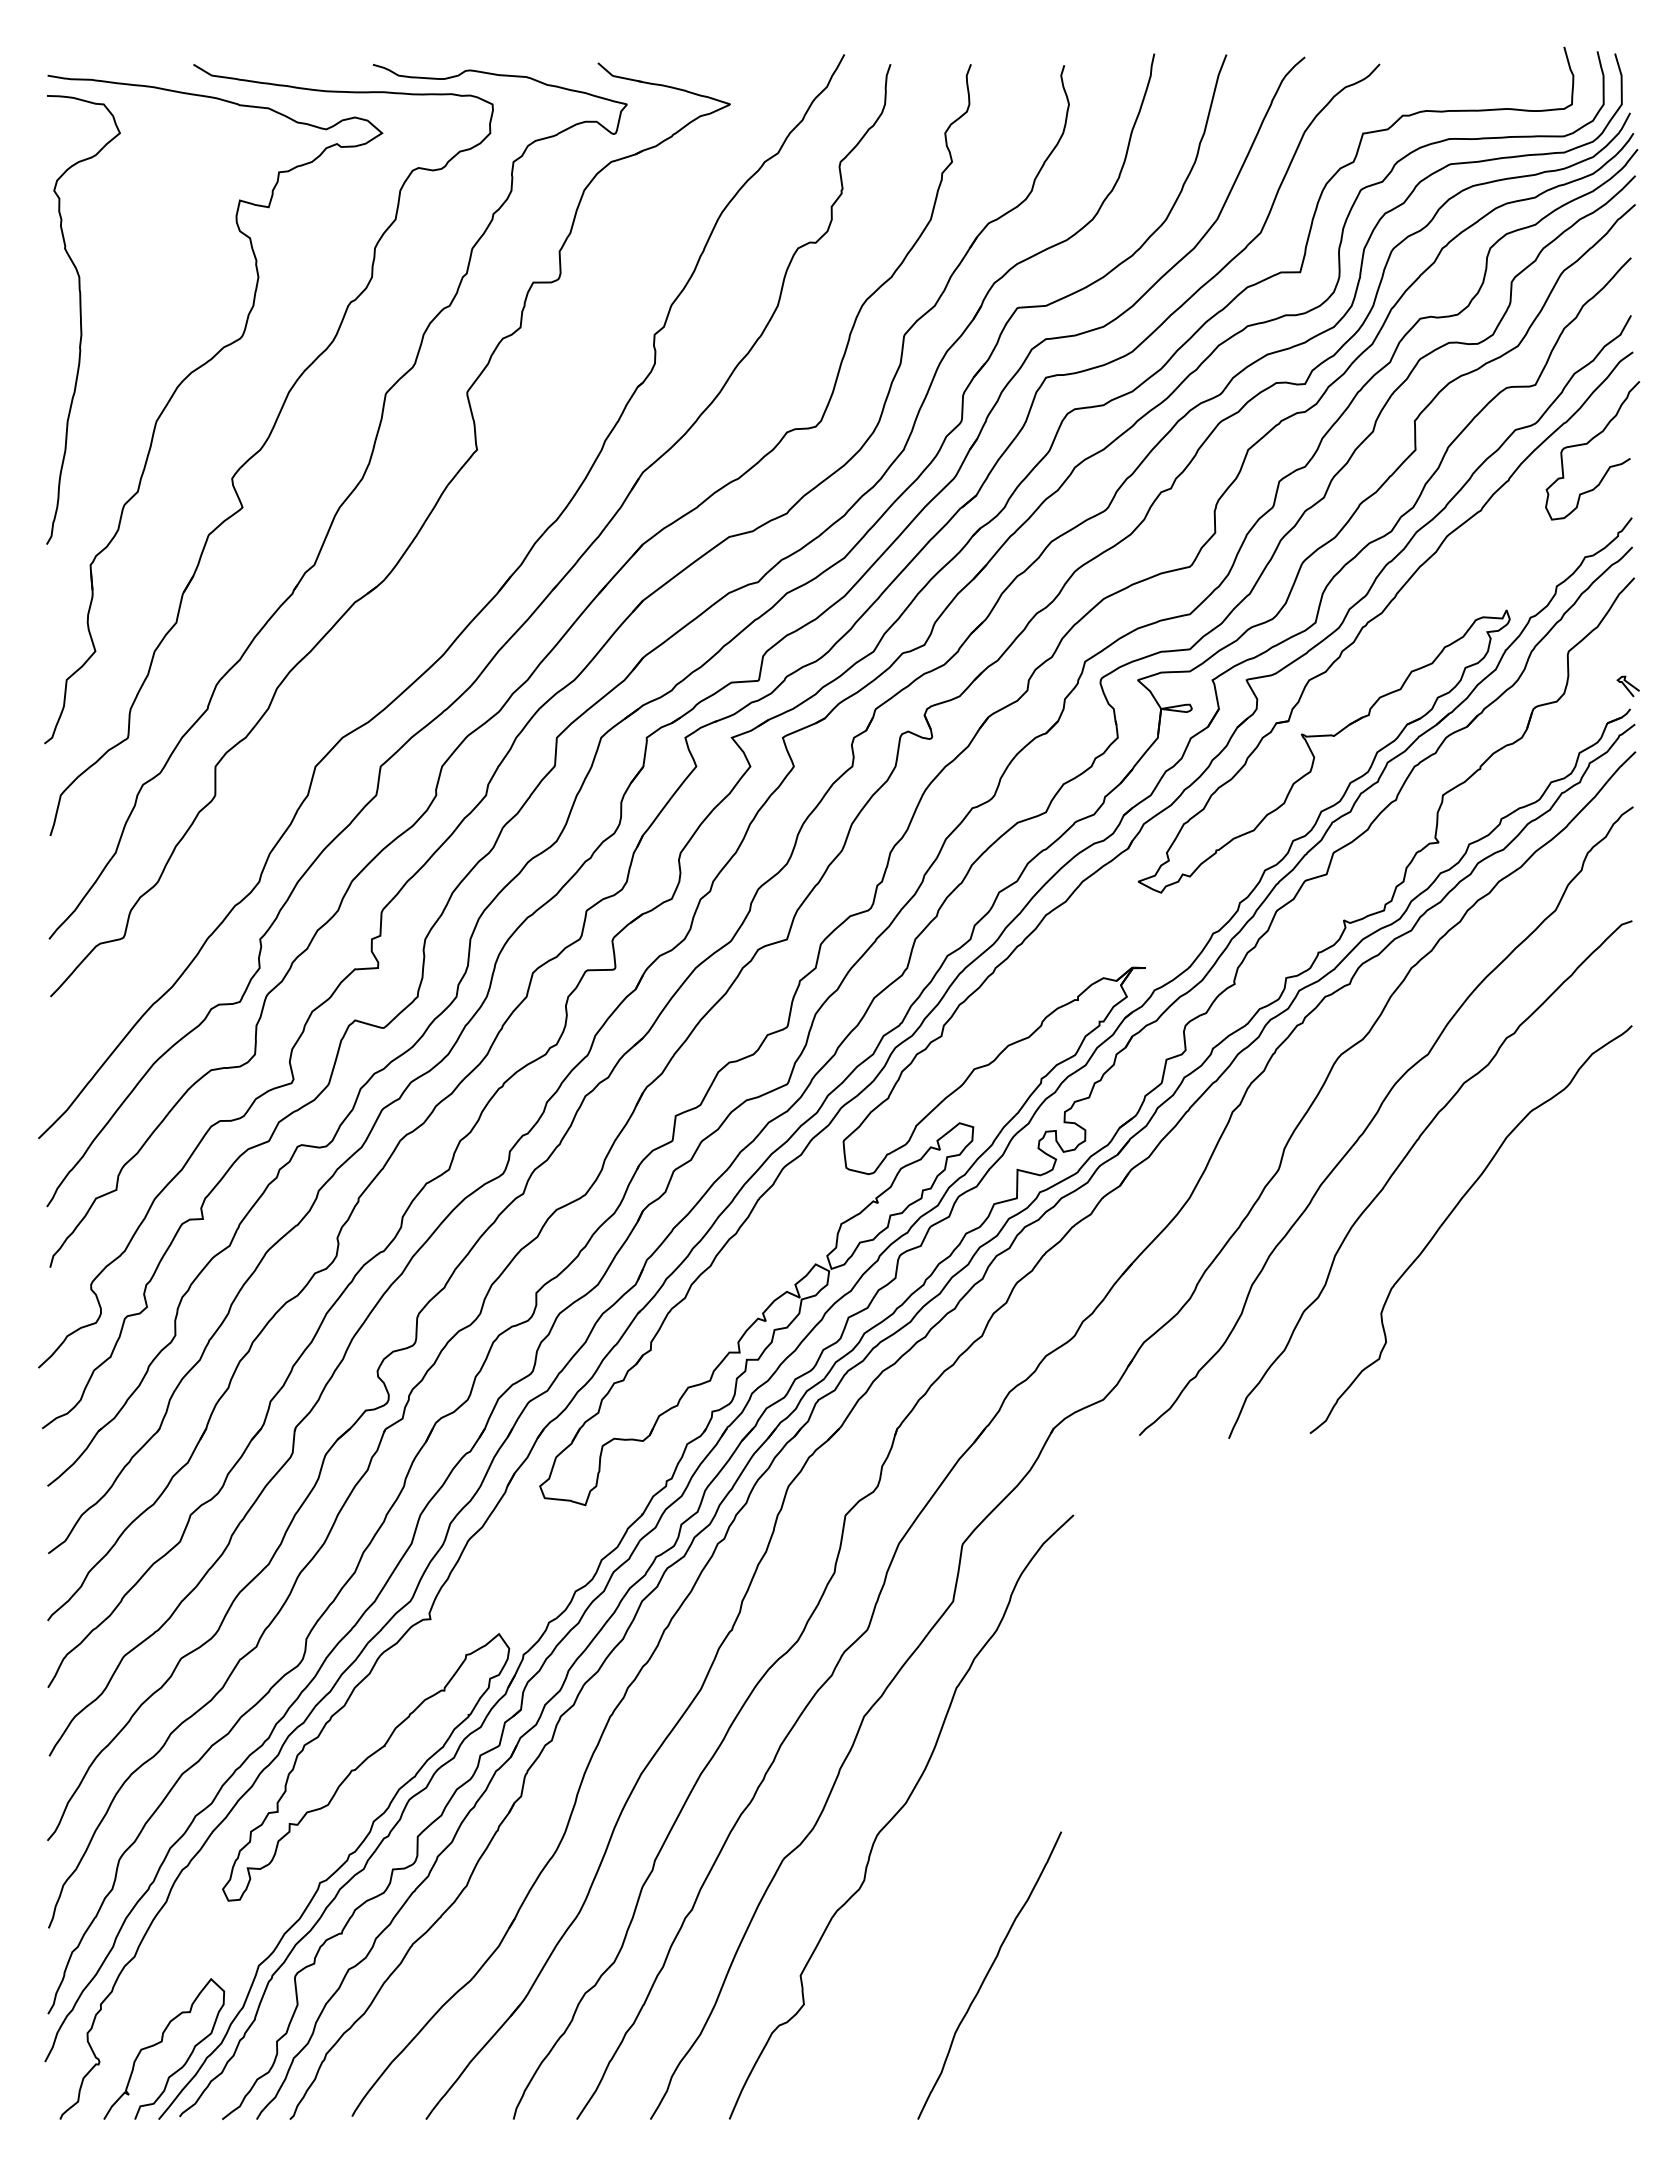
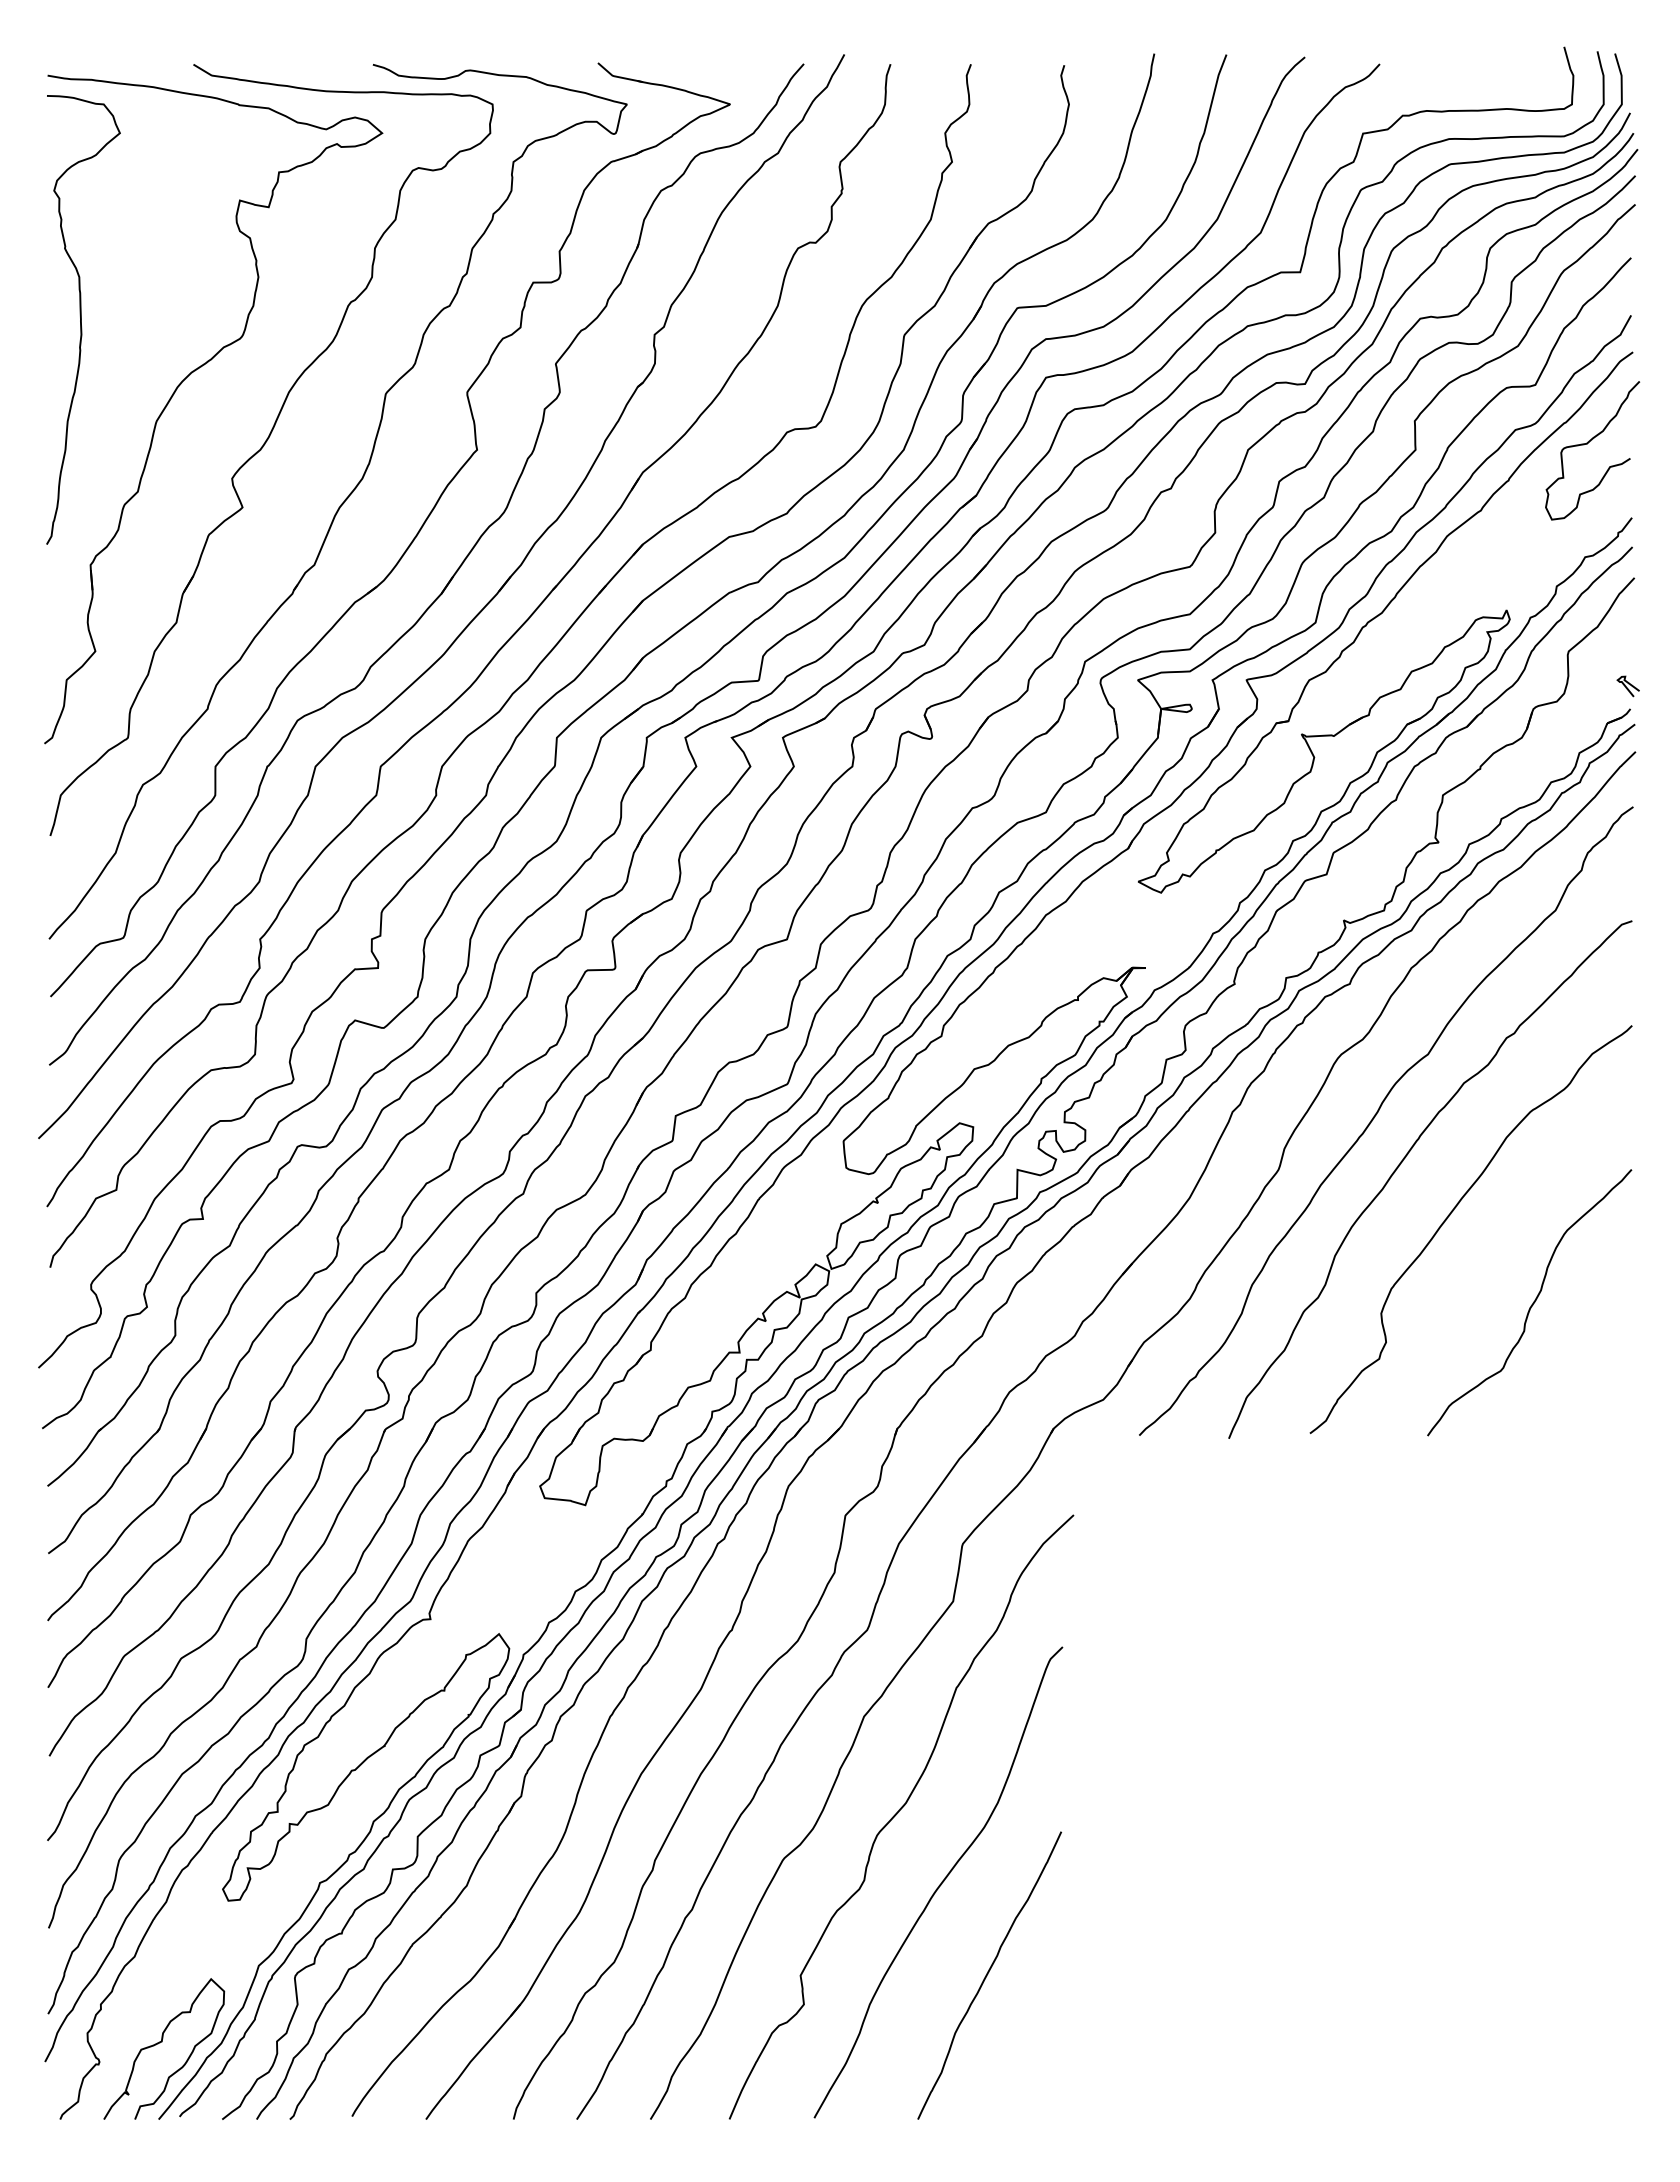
part at (449, 579): none -> present
curve at (1531, 1304): none -> present
curve at (940, 1883): none -> present
